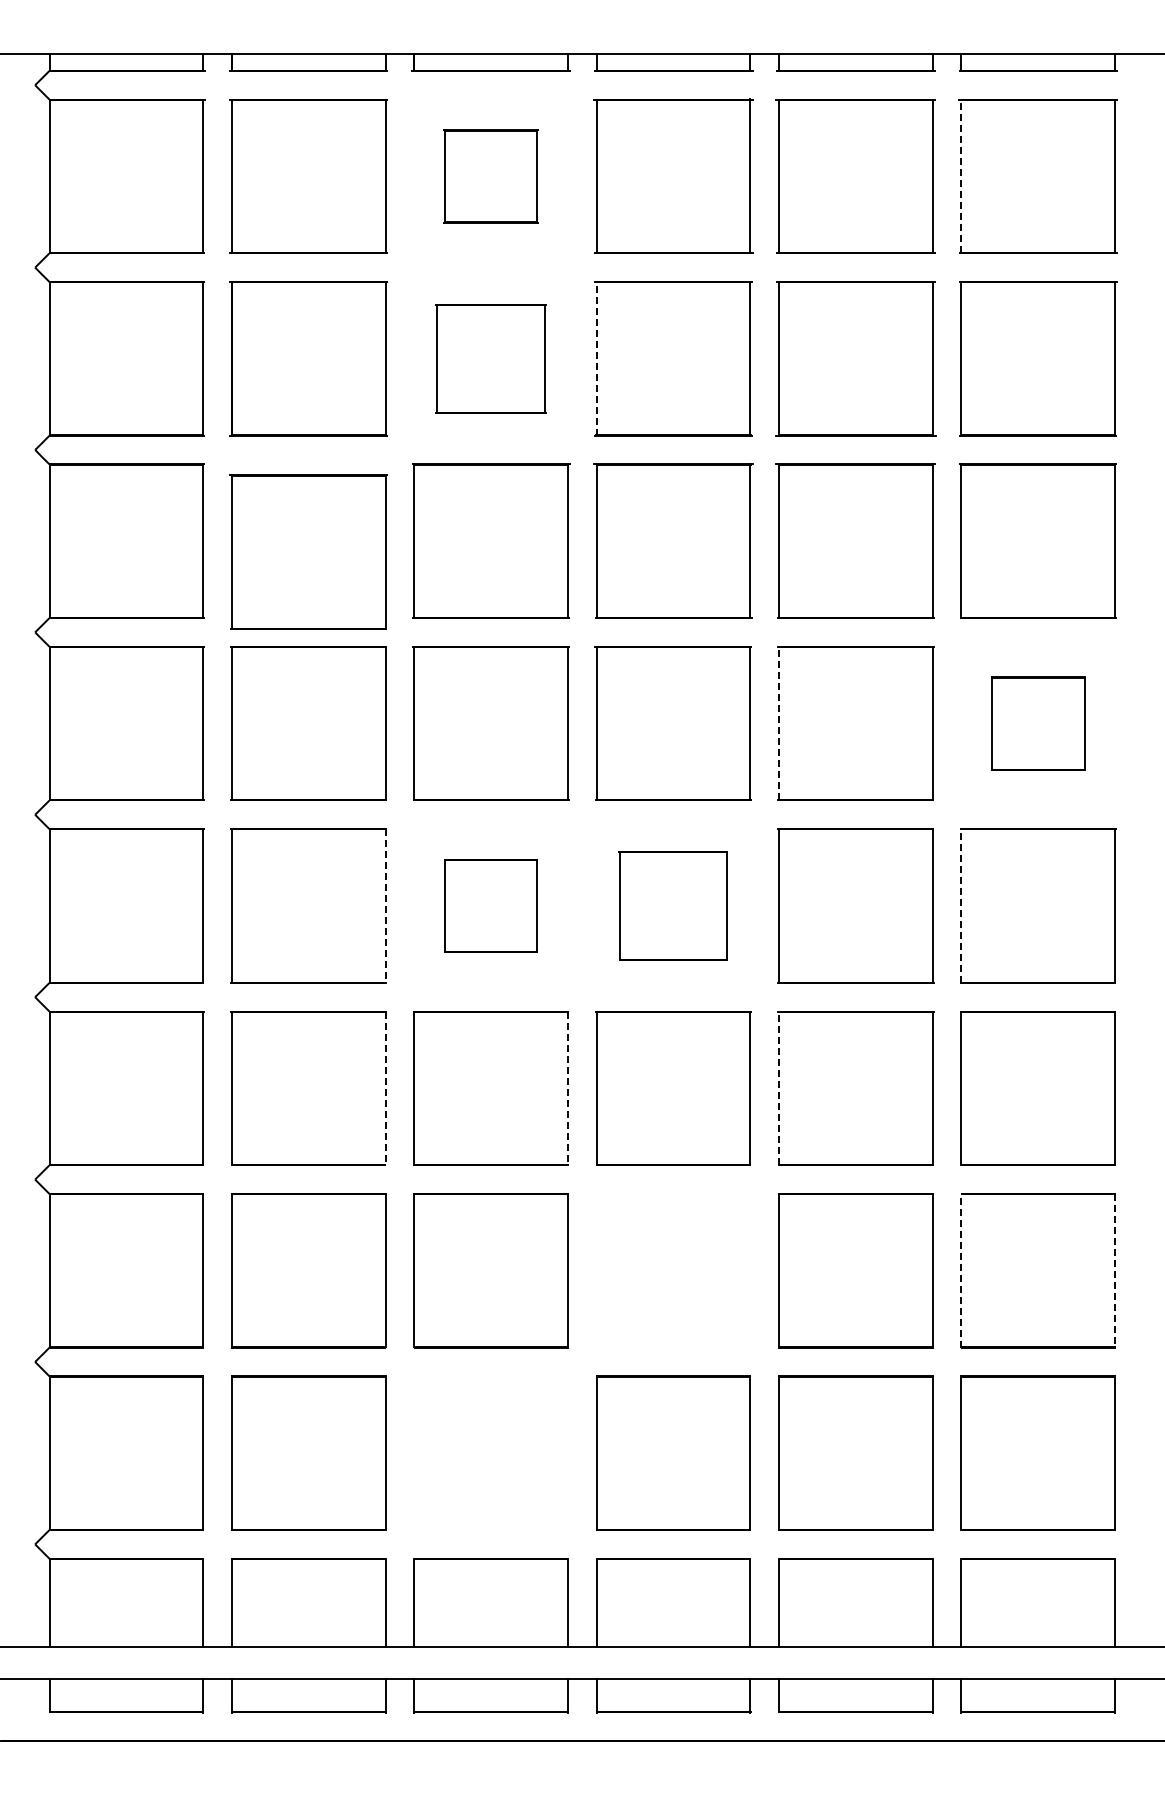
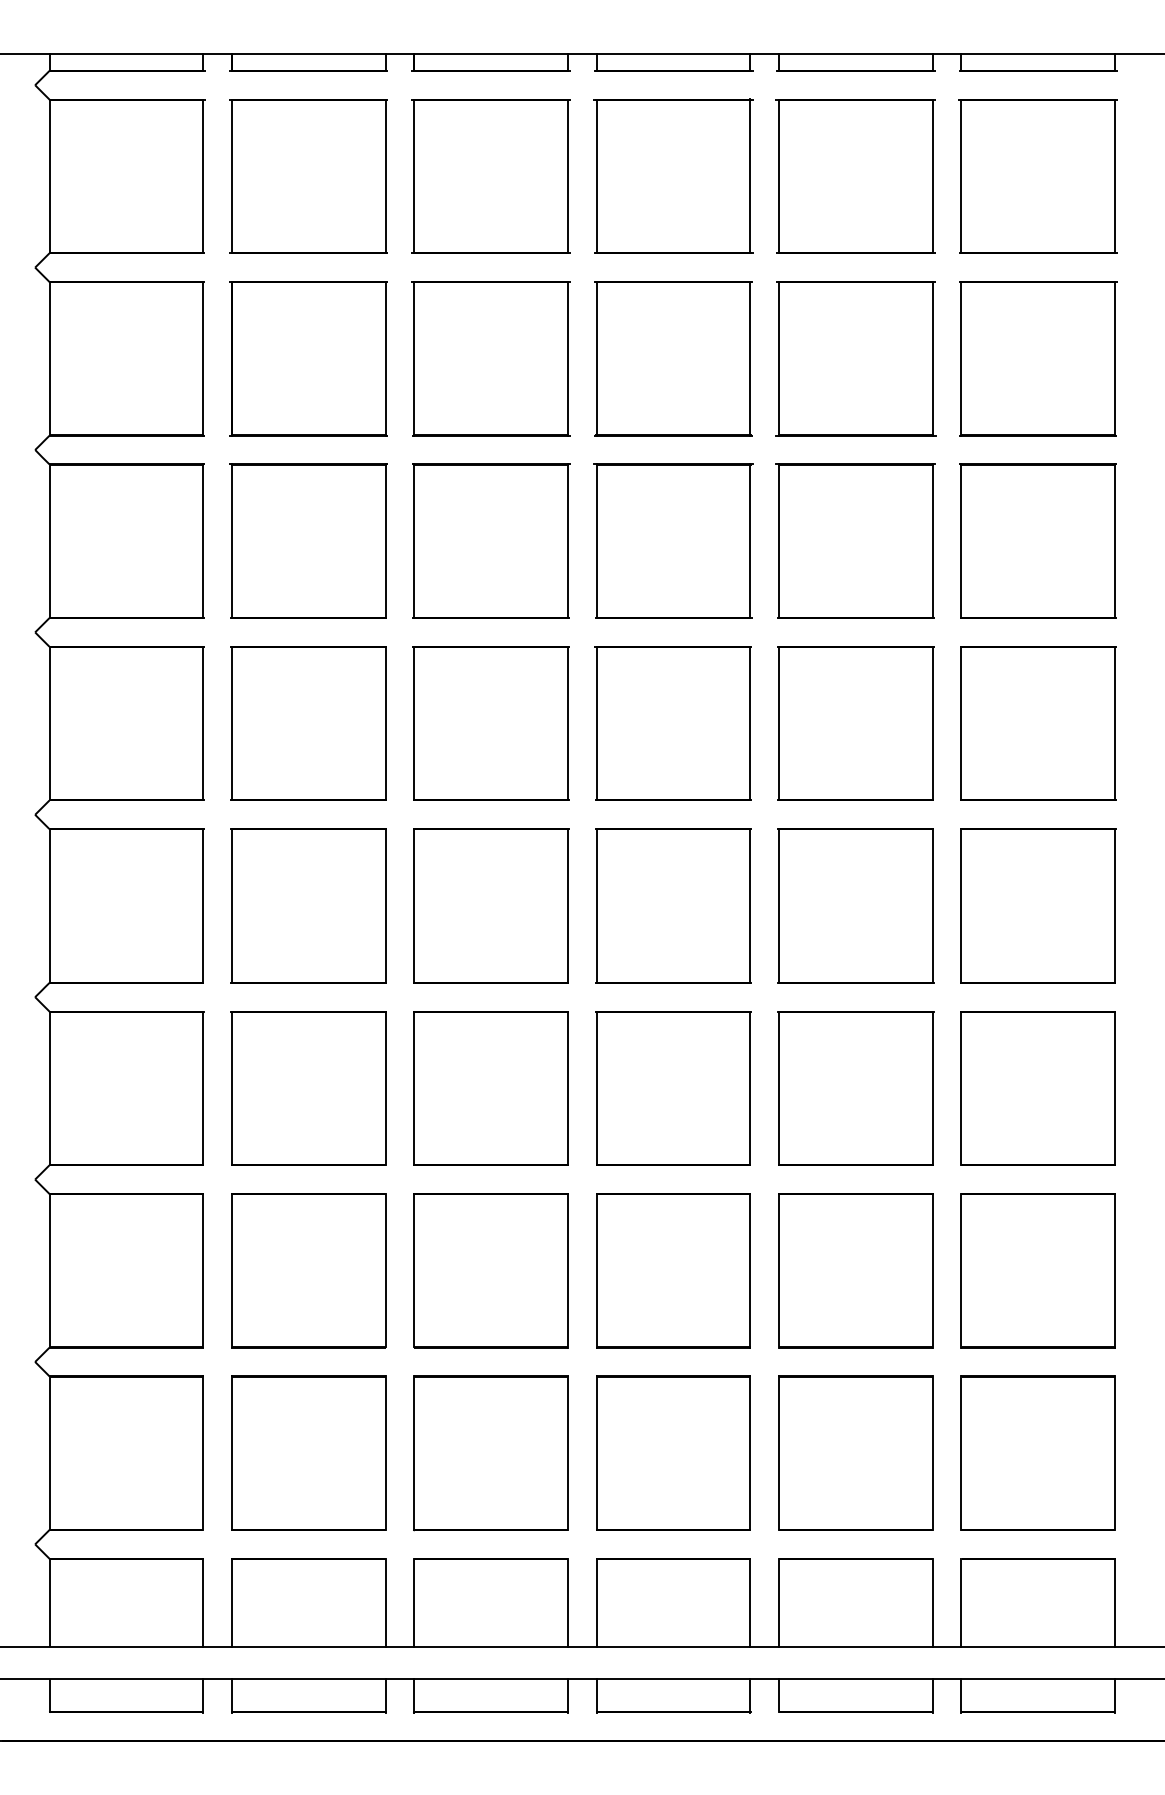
part at (490, 176) size: 96x95 px -> 160x155 px
line at (961, 176): dashed -> solid
part at (490, 358) size: 112x110 px -> 160x156 px
line at (596, 358): dashed -> solid
part at (308, 551) position: (308, 551) -> (308, 540)
line at (779, 723): dashed -> solid
part at (1038, 723) size: 95x95 px -> 157x155 px
line at (385, 905): dashed -> solid
part at (490, 905) size: 94x94 px -> 157x156 px
part at (672, 905) size: 110x110 px -> 157x156 px
line at (961, 906): dashed -> solid
line at (385, 1088): dashed -> solid
line at (568, 1088): dashed -> solid
line at (779, 1088): dashed -> solid
part at (673, 1270): none -> present
line at (961, 1270): dashed -> solid
line at (1115, 1270): dashed -> solid
part at (490, 1453): none -> present
